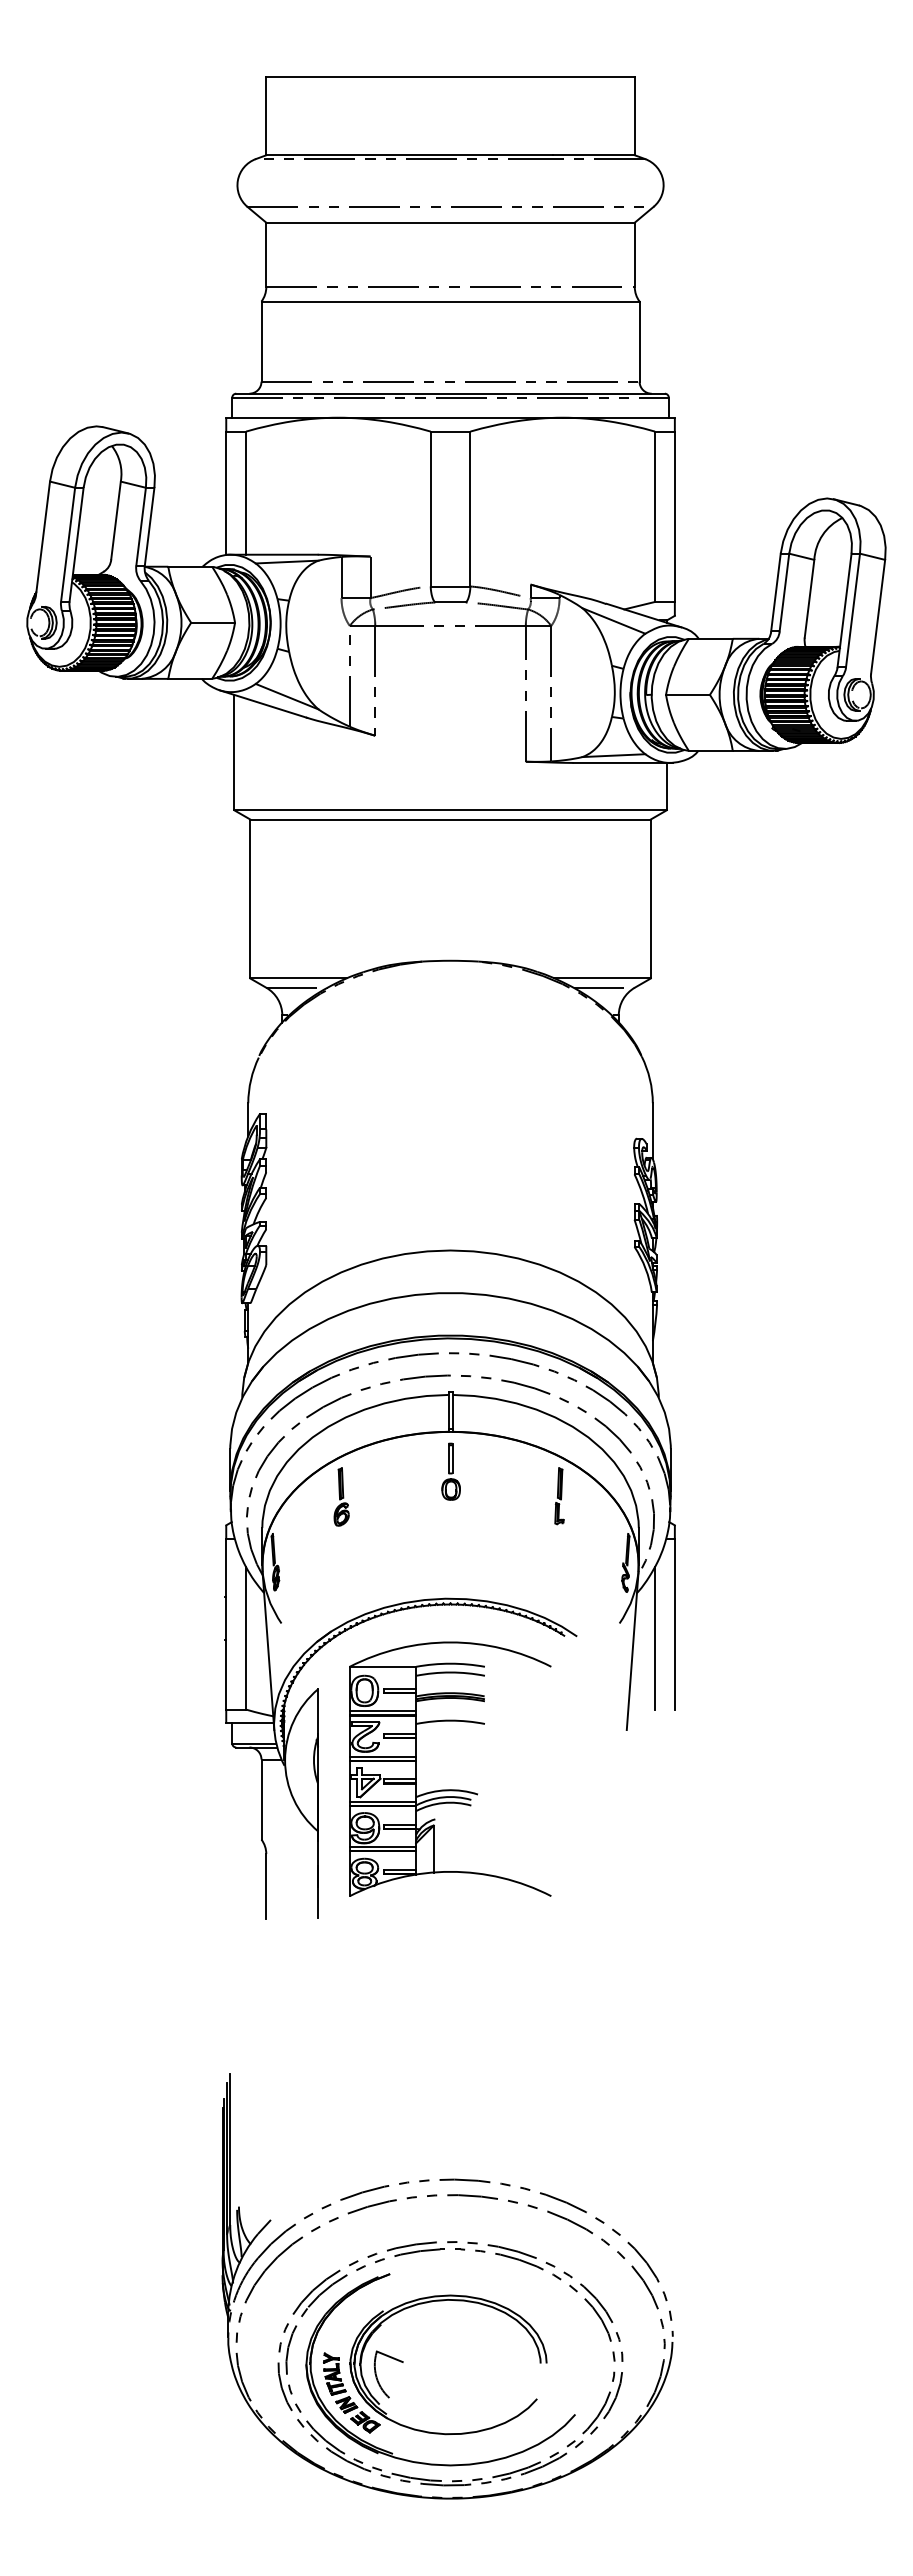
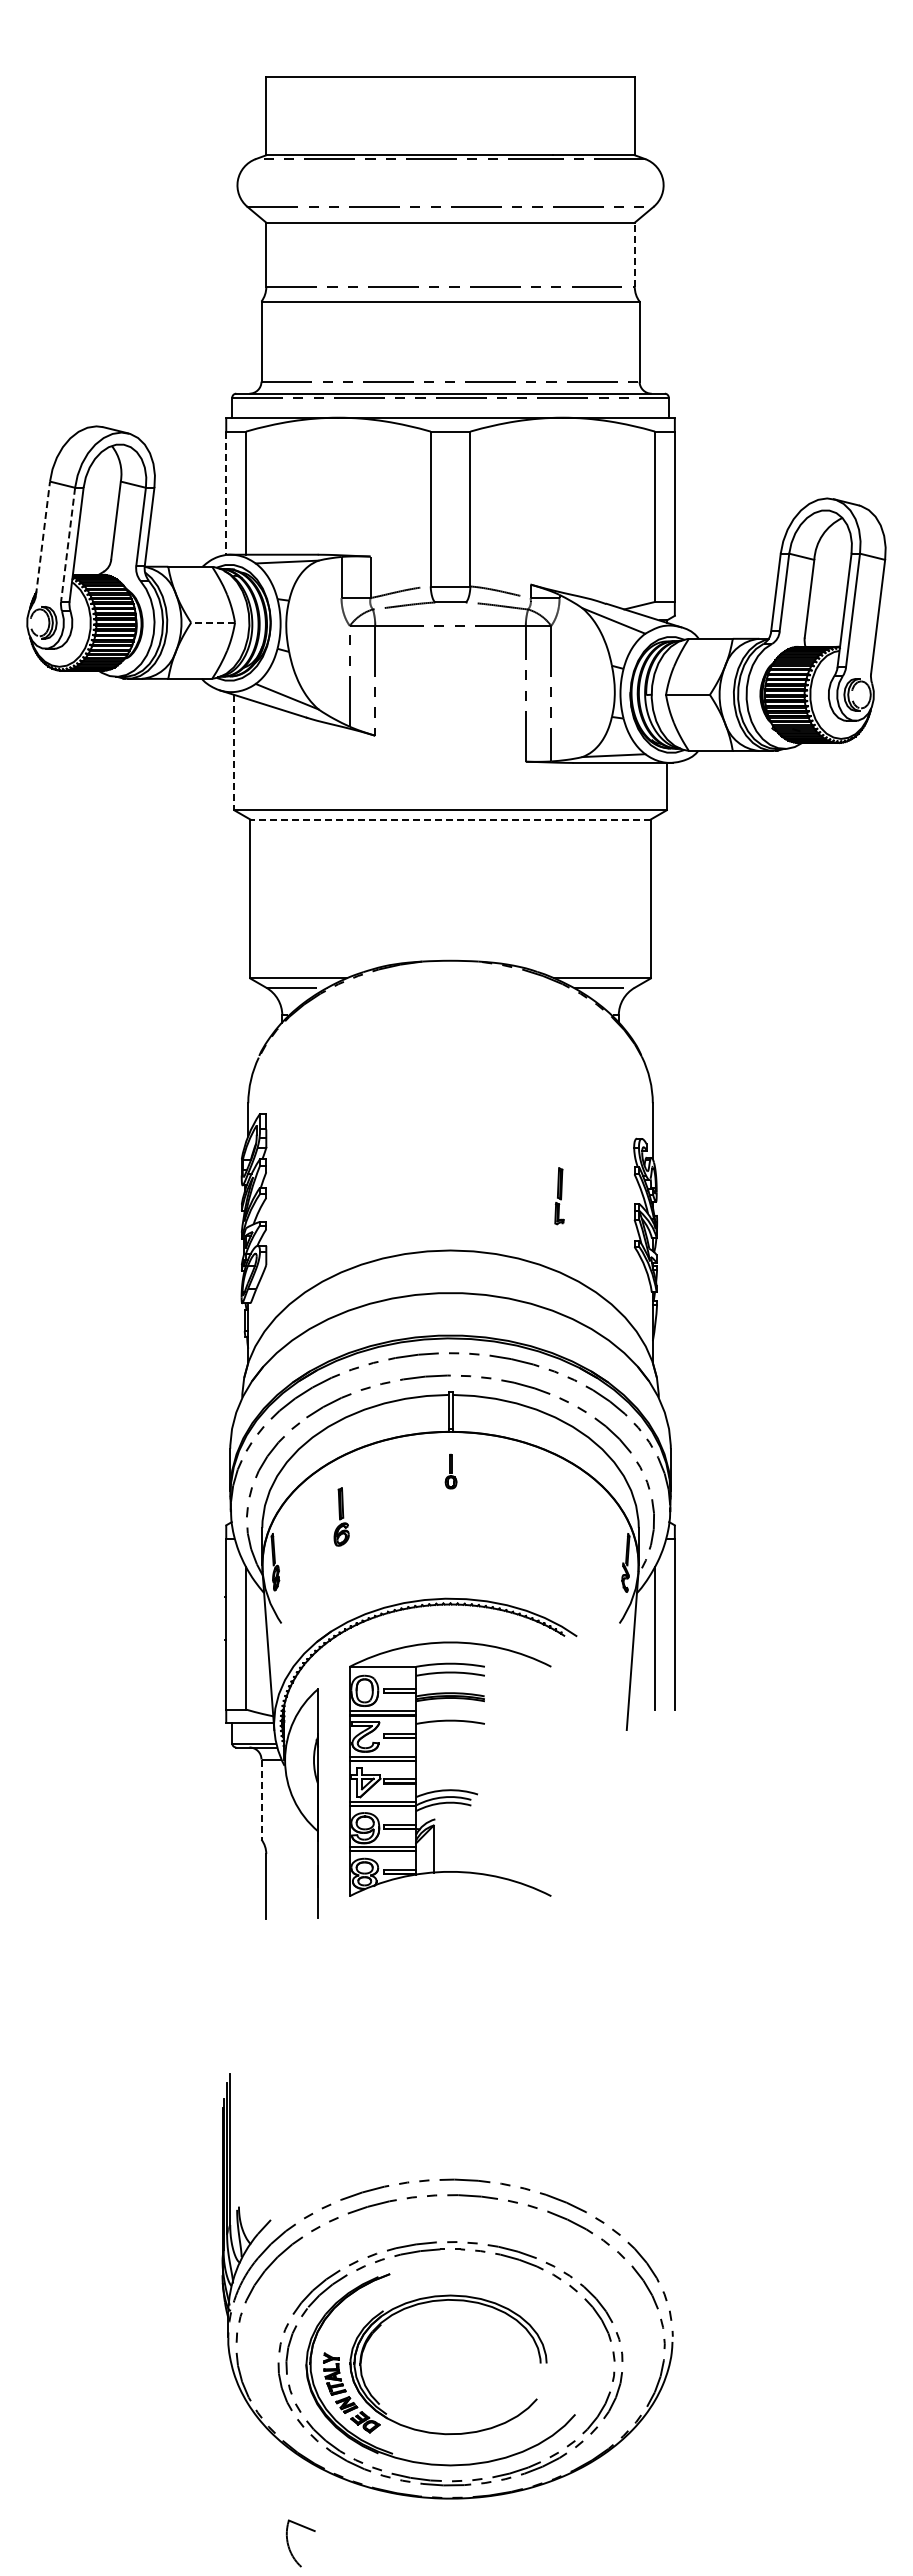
line at (634, 254): solid -> dashed
line at (226, 493): solid -> dashed
line at (43, 538): solid -> dashed
line at (68, 545): solid -> dashed
line at (213, 622): solid -> dashed
line at (234, 752): solid -> dashed
line at (450, 819): solid -> dashed
part at (450, 1471) size: 20x59 px -> 14x37 px
part at (341, 1496) position: (341, 1496) -> (341, 1516)
part at (559, 1496) position: (559, 1496) -> (559, 1196)
line at (261, 1800): solid -> dashed
part at (377, 2376) position: (377, 2376) -> (289, 2545)
